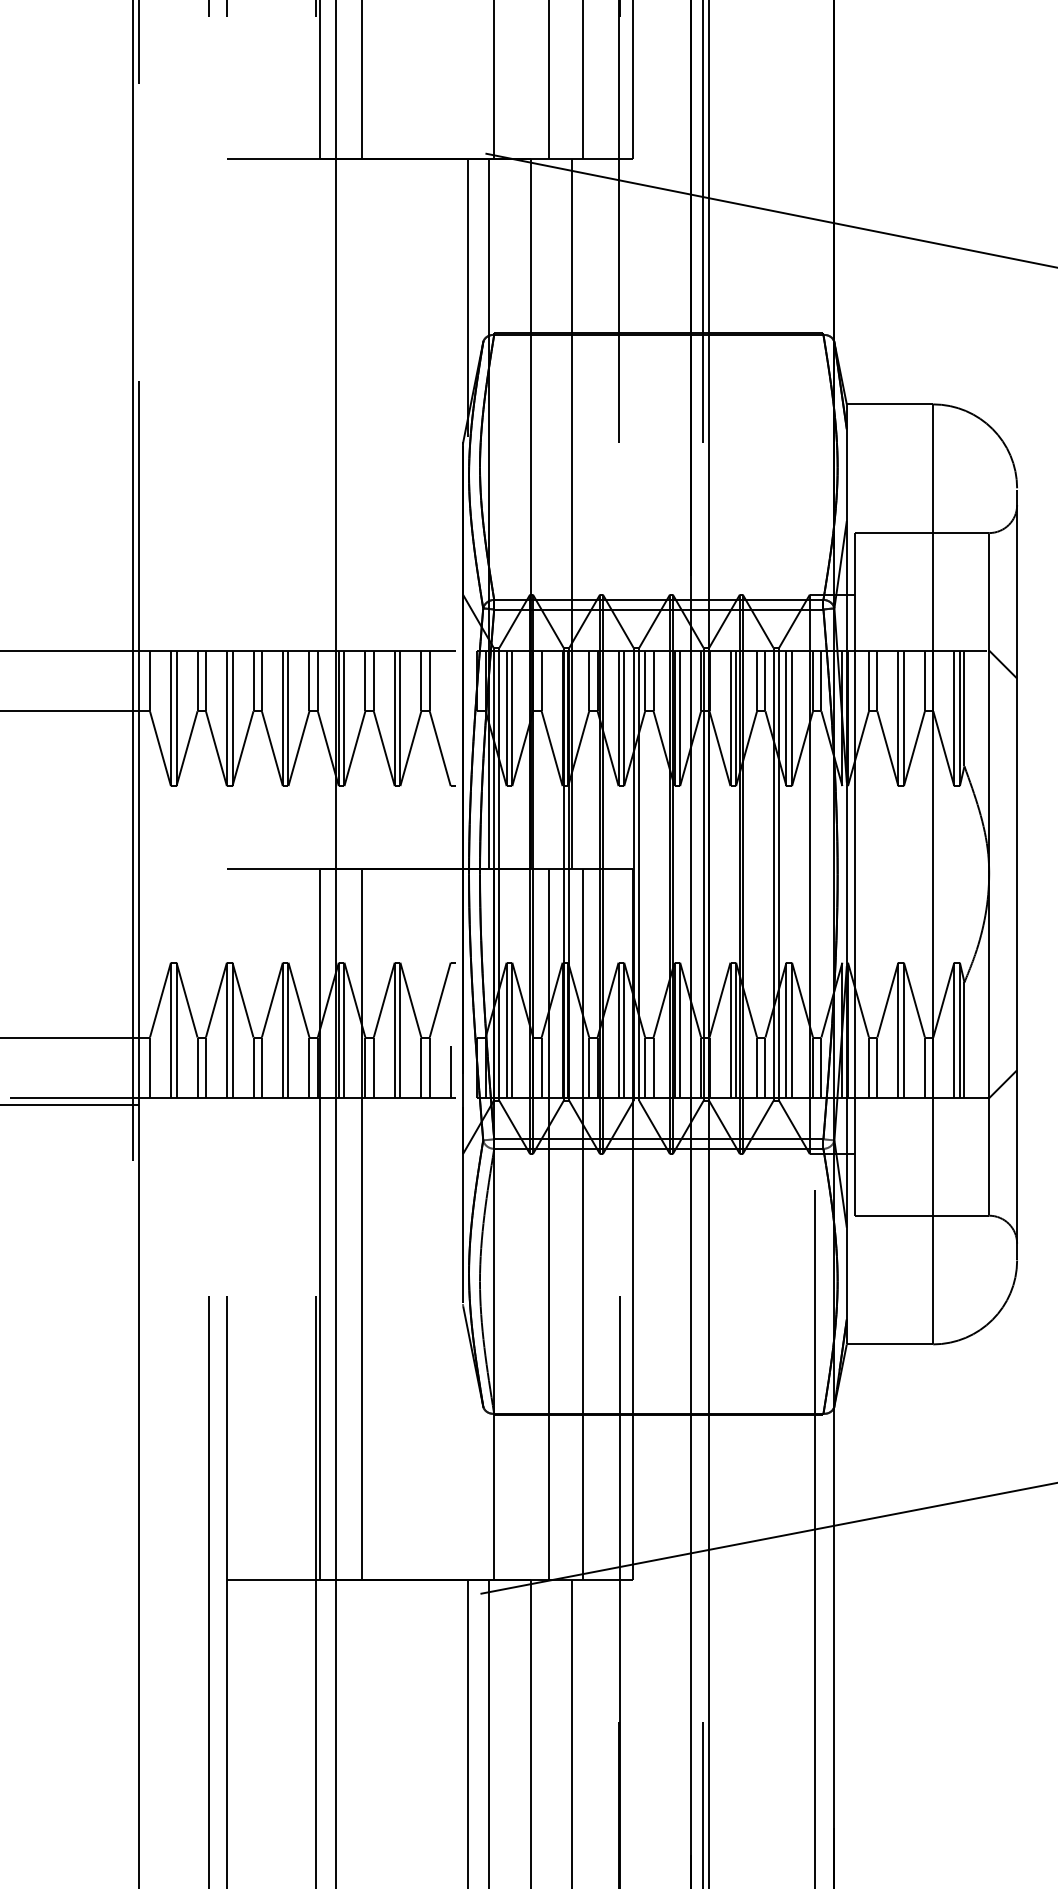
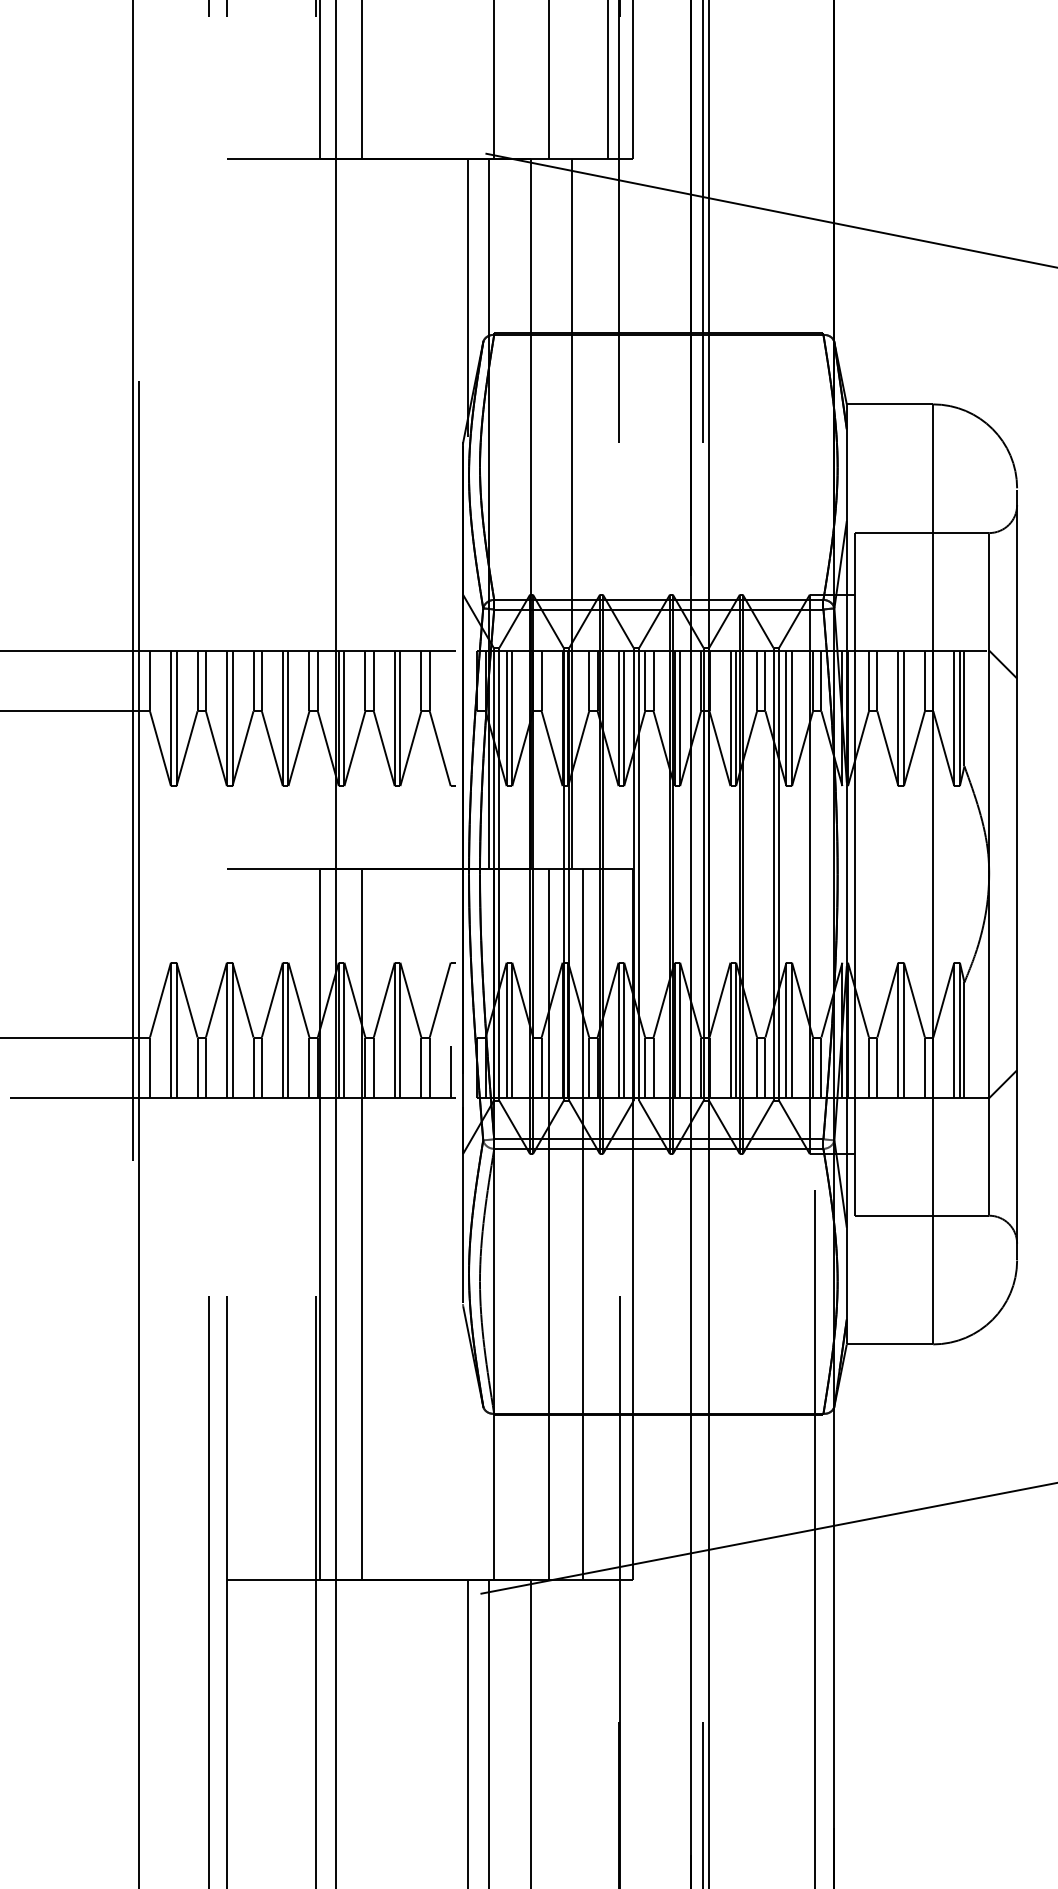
line at (138, 43): present -> none
line at (582, 80) position: (582, 80) -> (607, 80)
line at (70, 1104): present -> none
line at (572, 1732): present -> none
